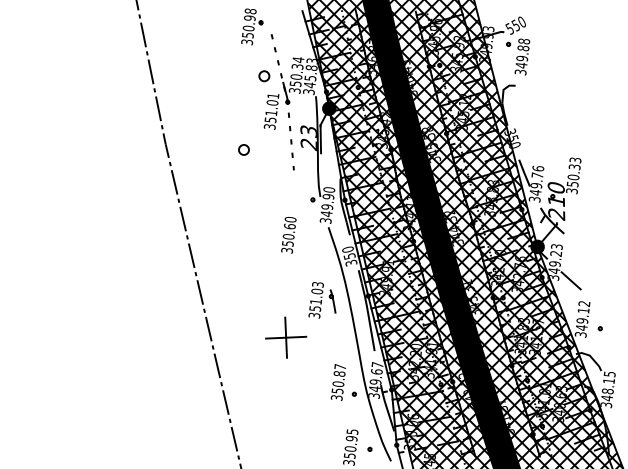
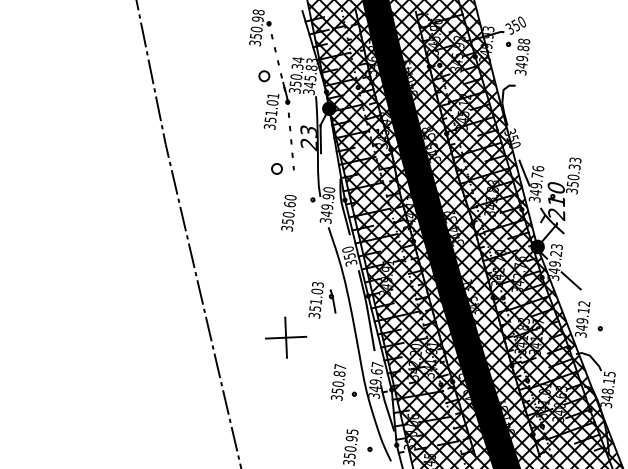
part at (252, 26) position: (252, 26) -> (260, 27)
text at (509, 27): 550 -> 350
circle at (243, 149) position: (243, 149) -> (276, 168)
text at (288, 235) position: (288, 235) -> (288, 213)
